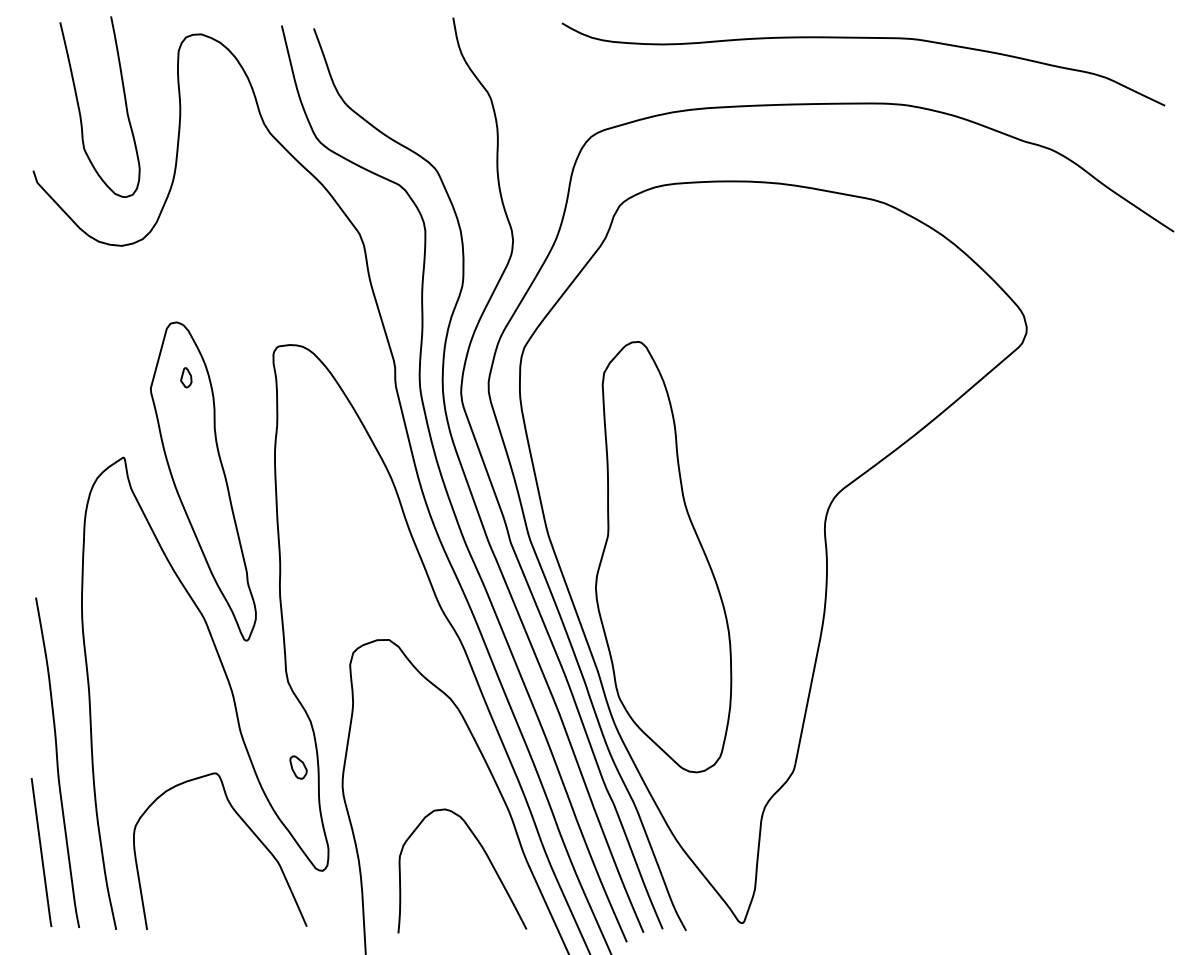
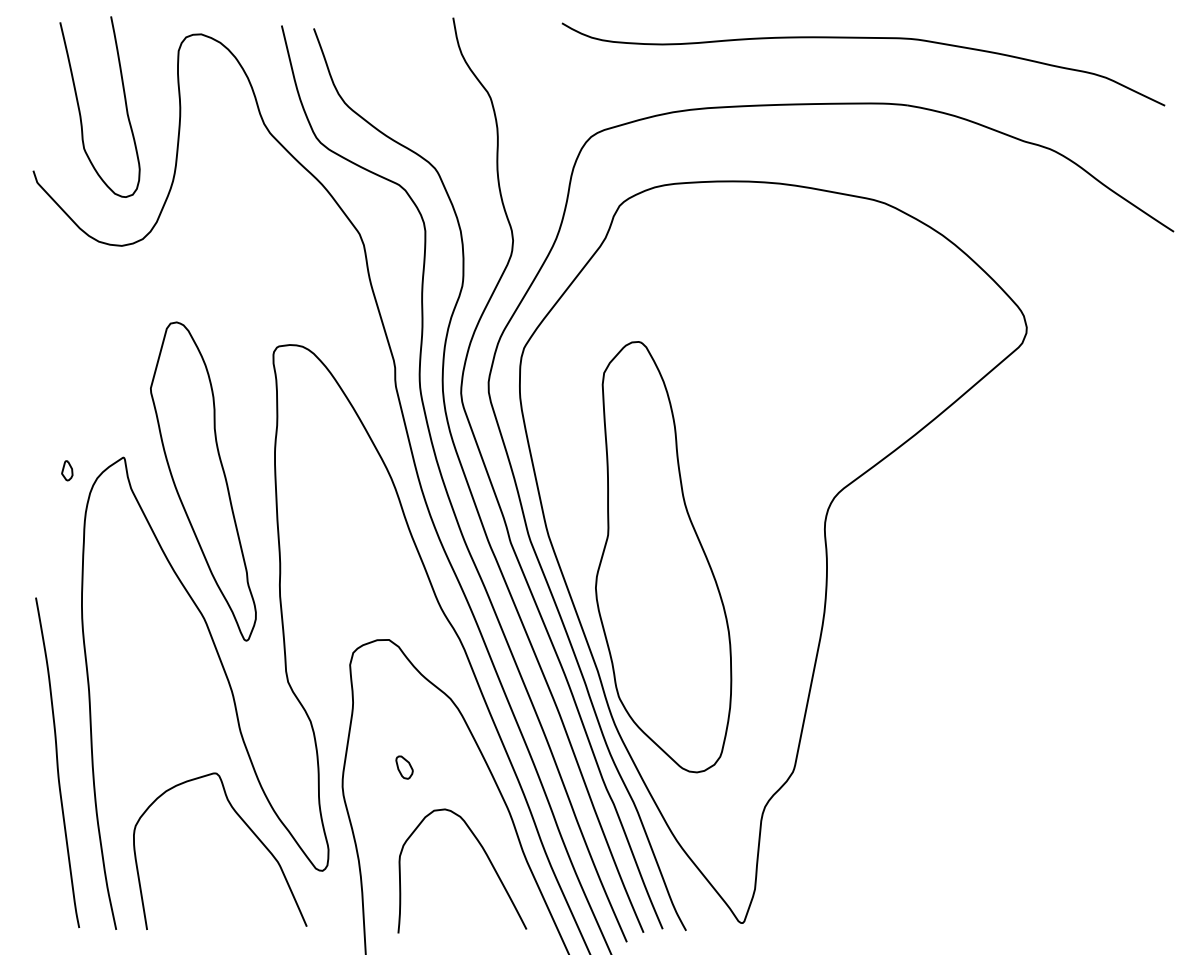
part at (186, 377) position: (186, 377) -> (67, 470)
part at (298, 767) position: (298, 767) -> (404, 767)
line at (41, 852): present -> none
